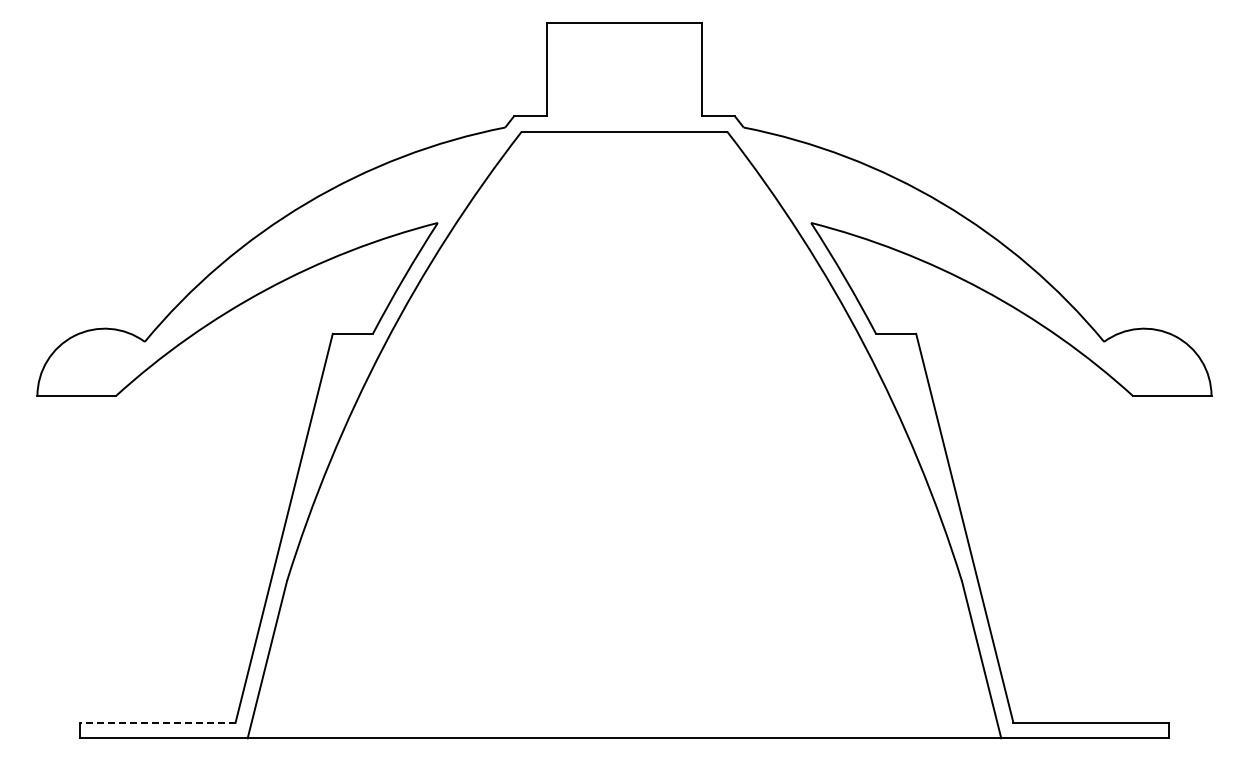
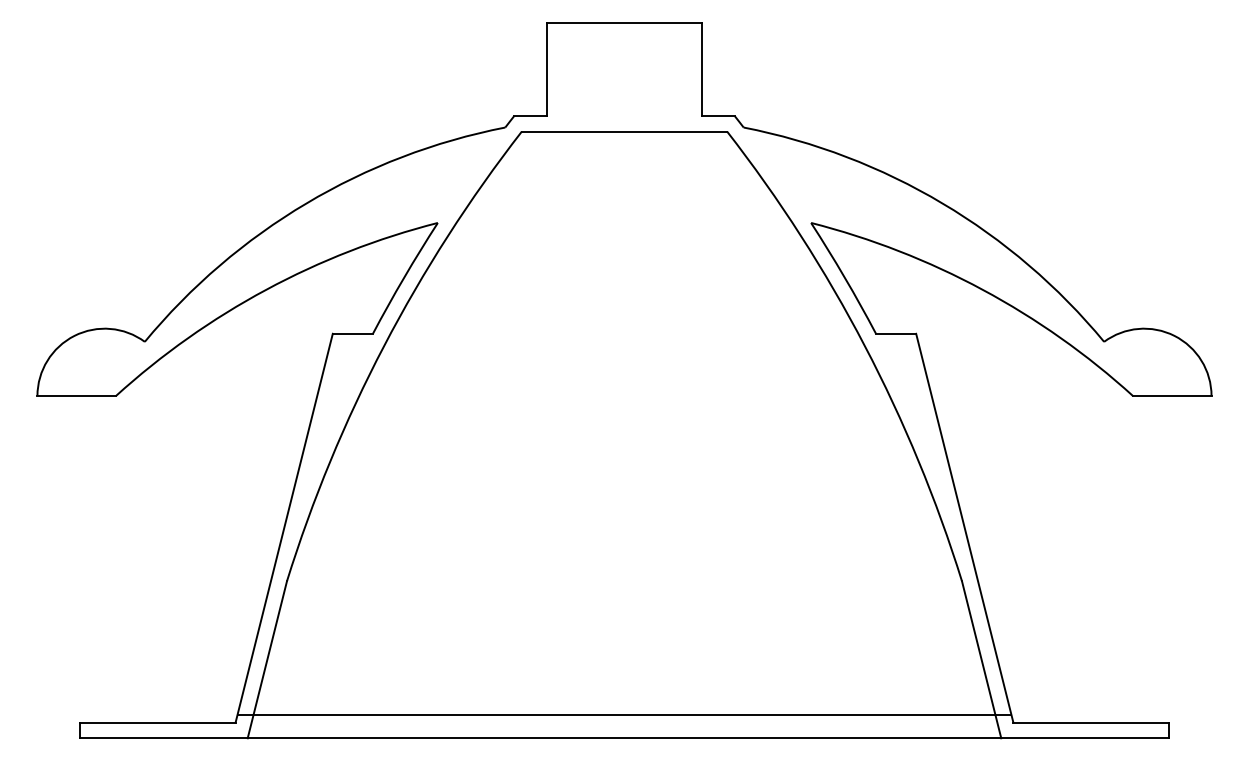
line at (624, 714): none -> present
line at (157, 722): dashed -> solid
